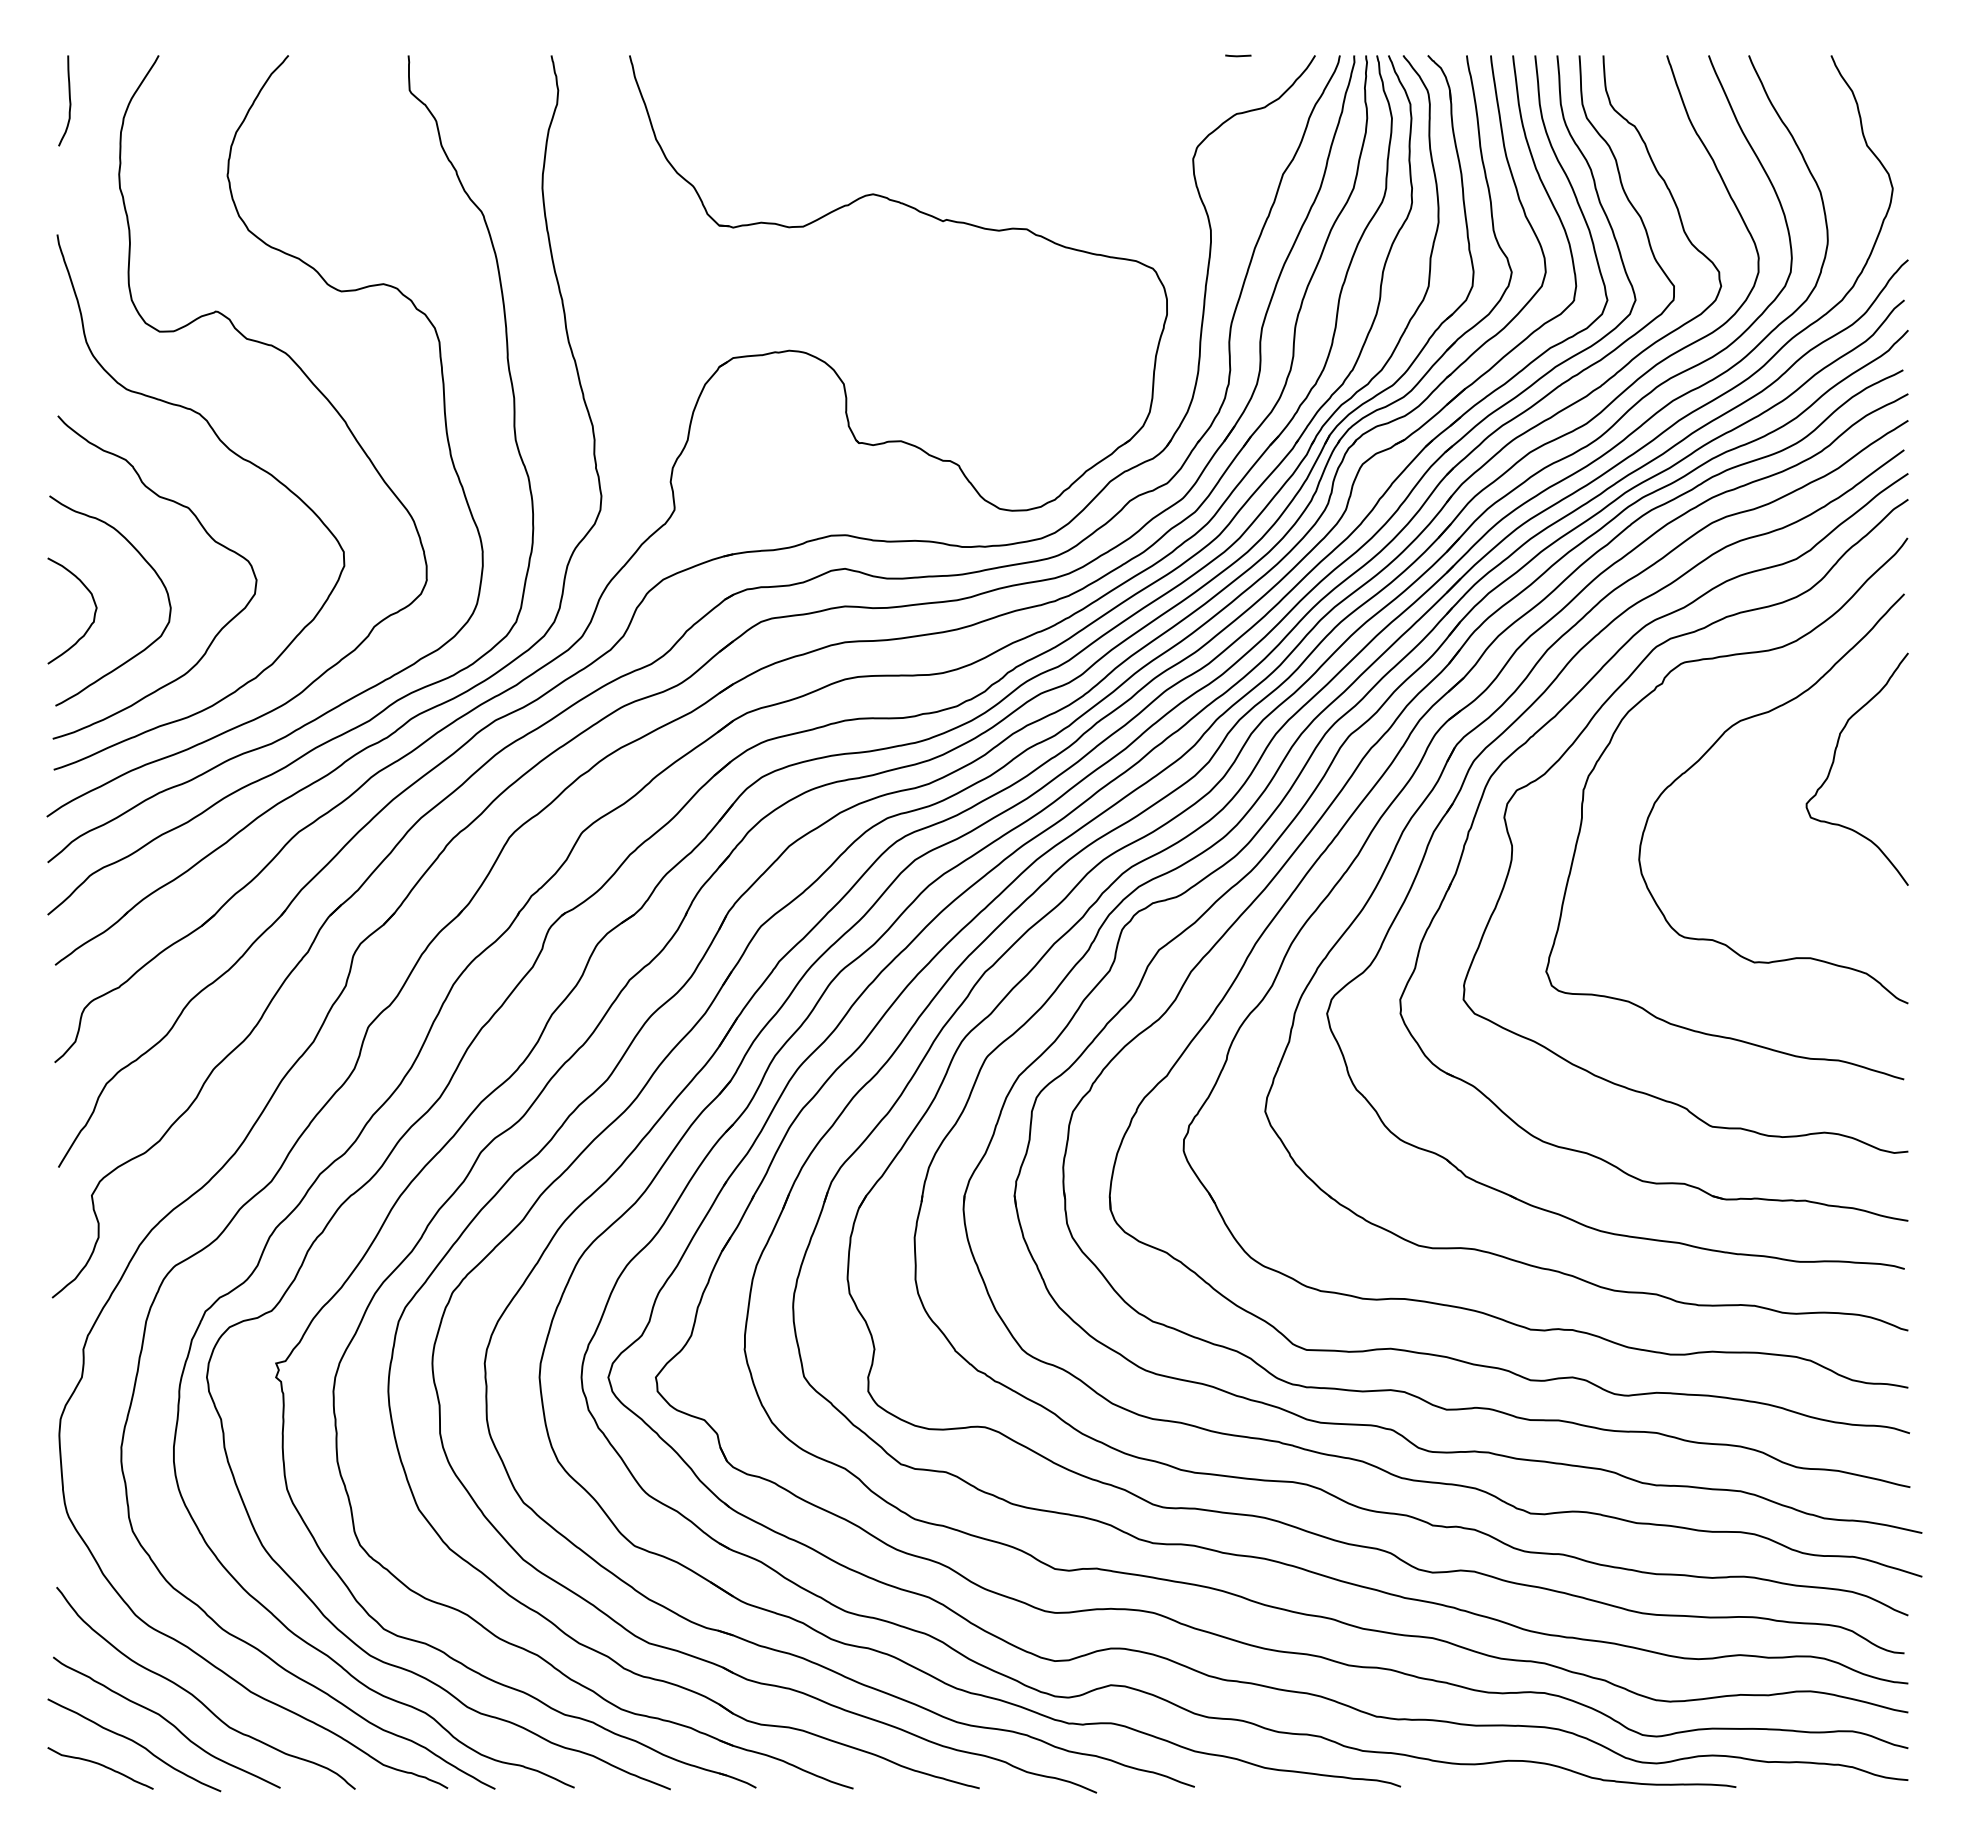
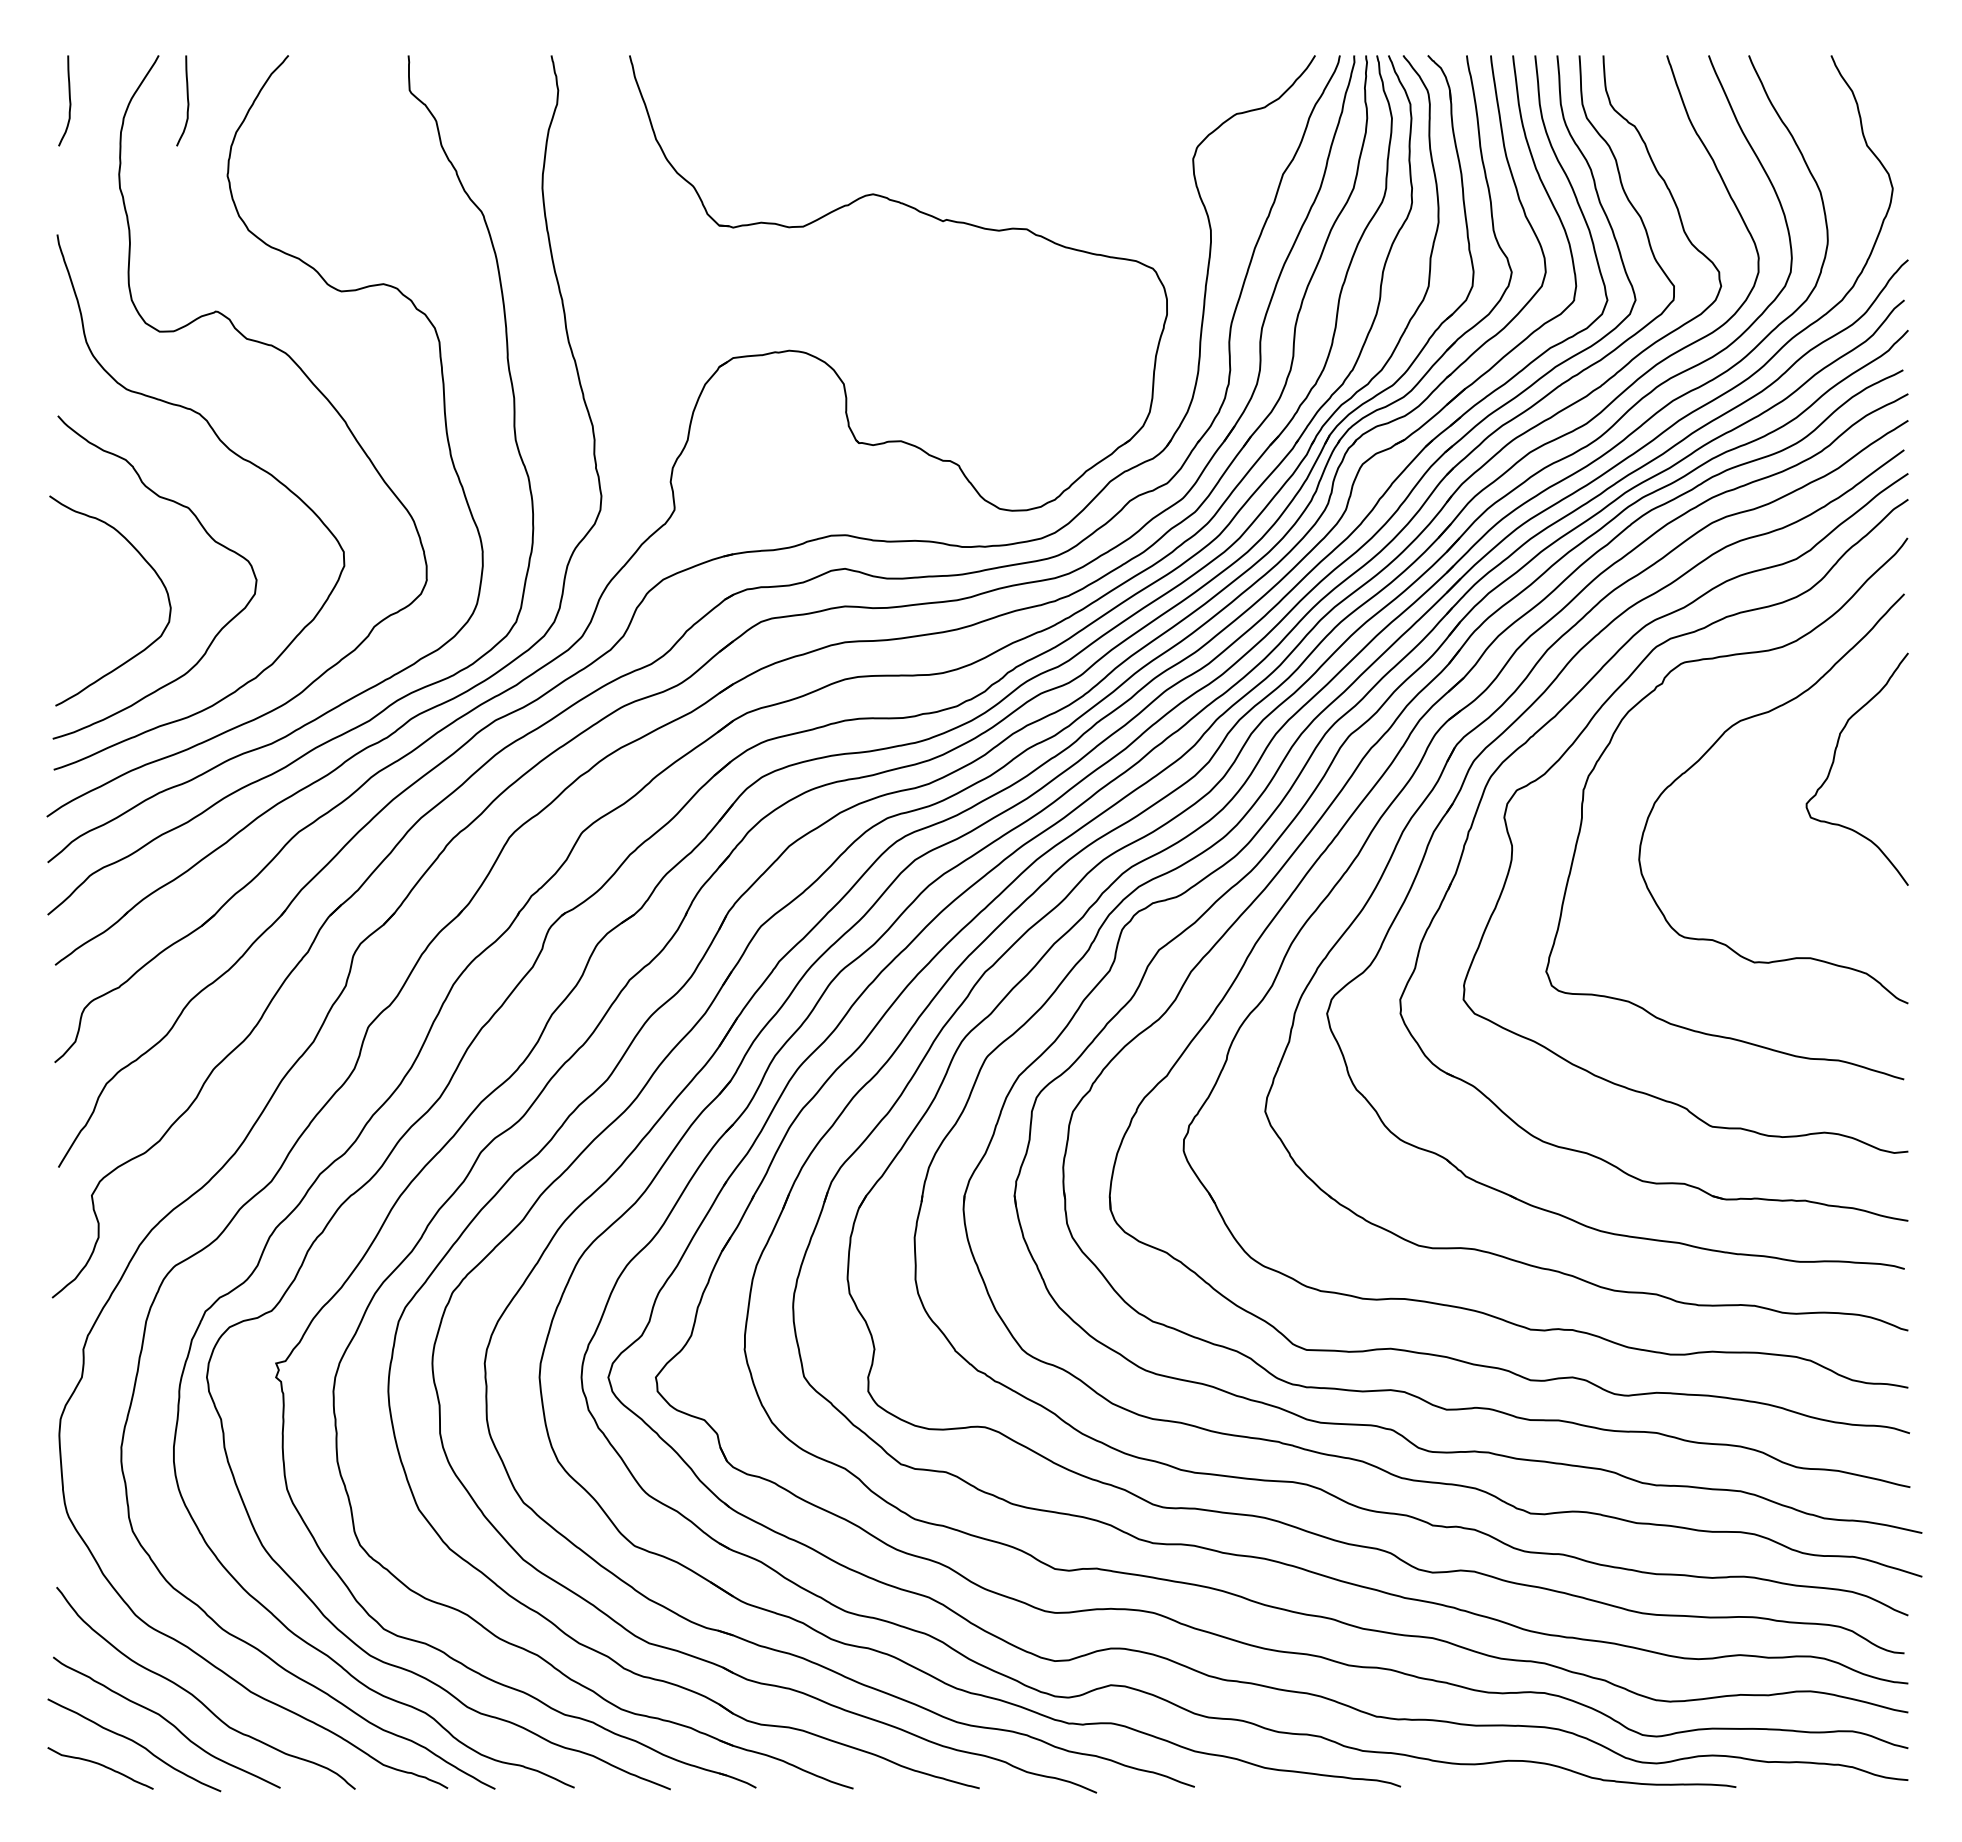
line at (1238, 55): present -> none
curve at (187, 100): none -> present
curve at (93, 615): present -> none
